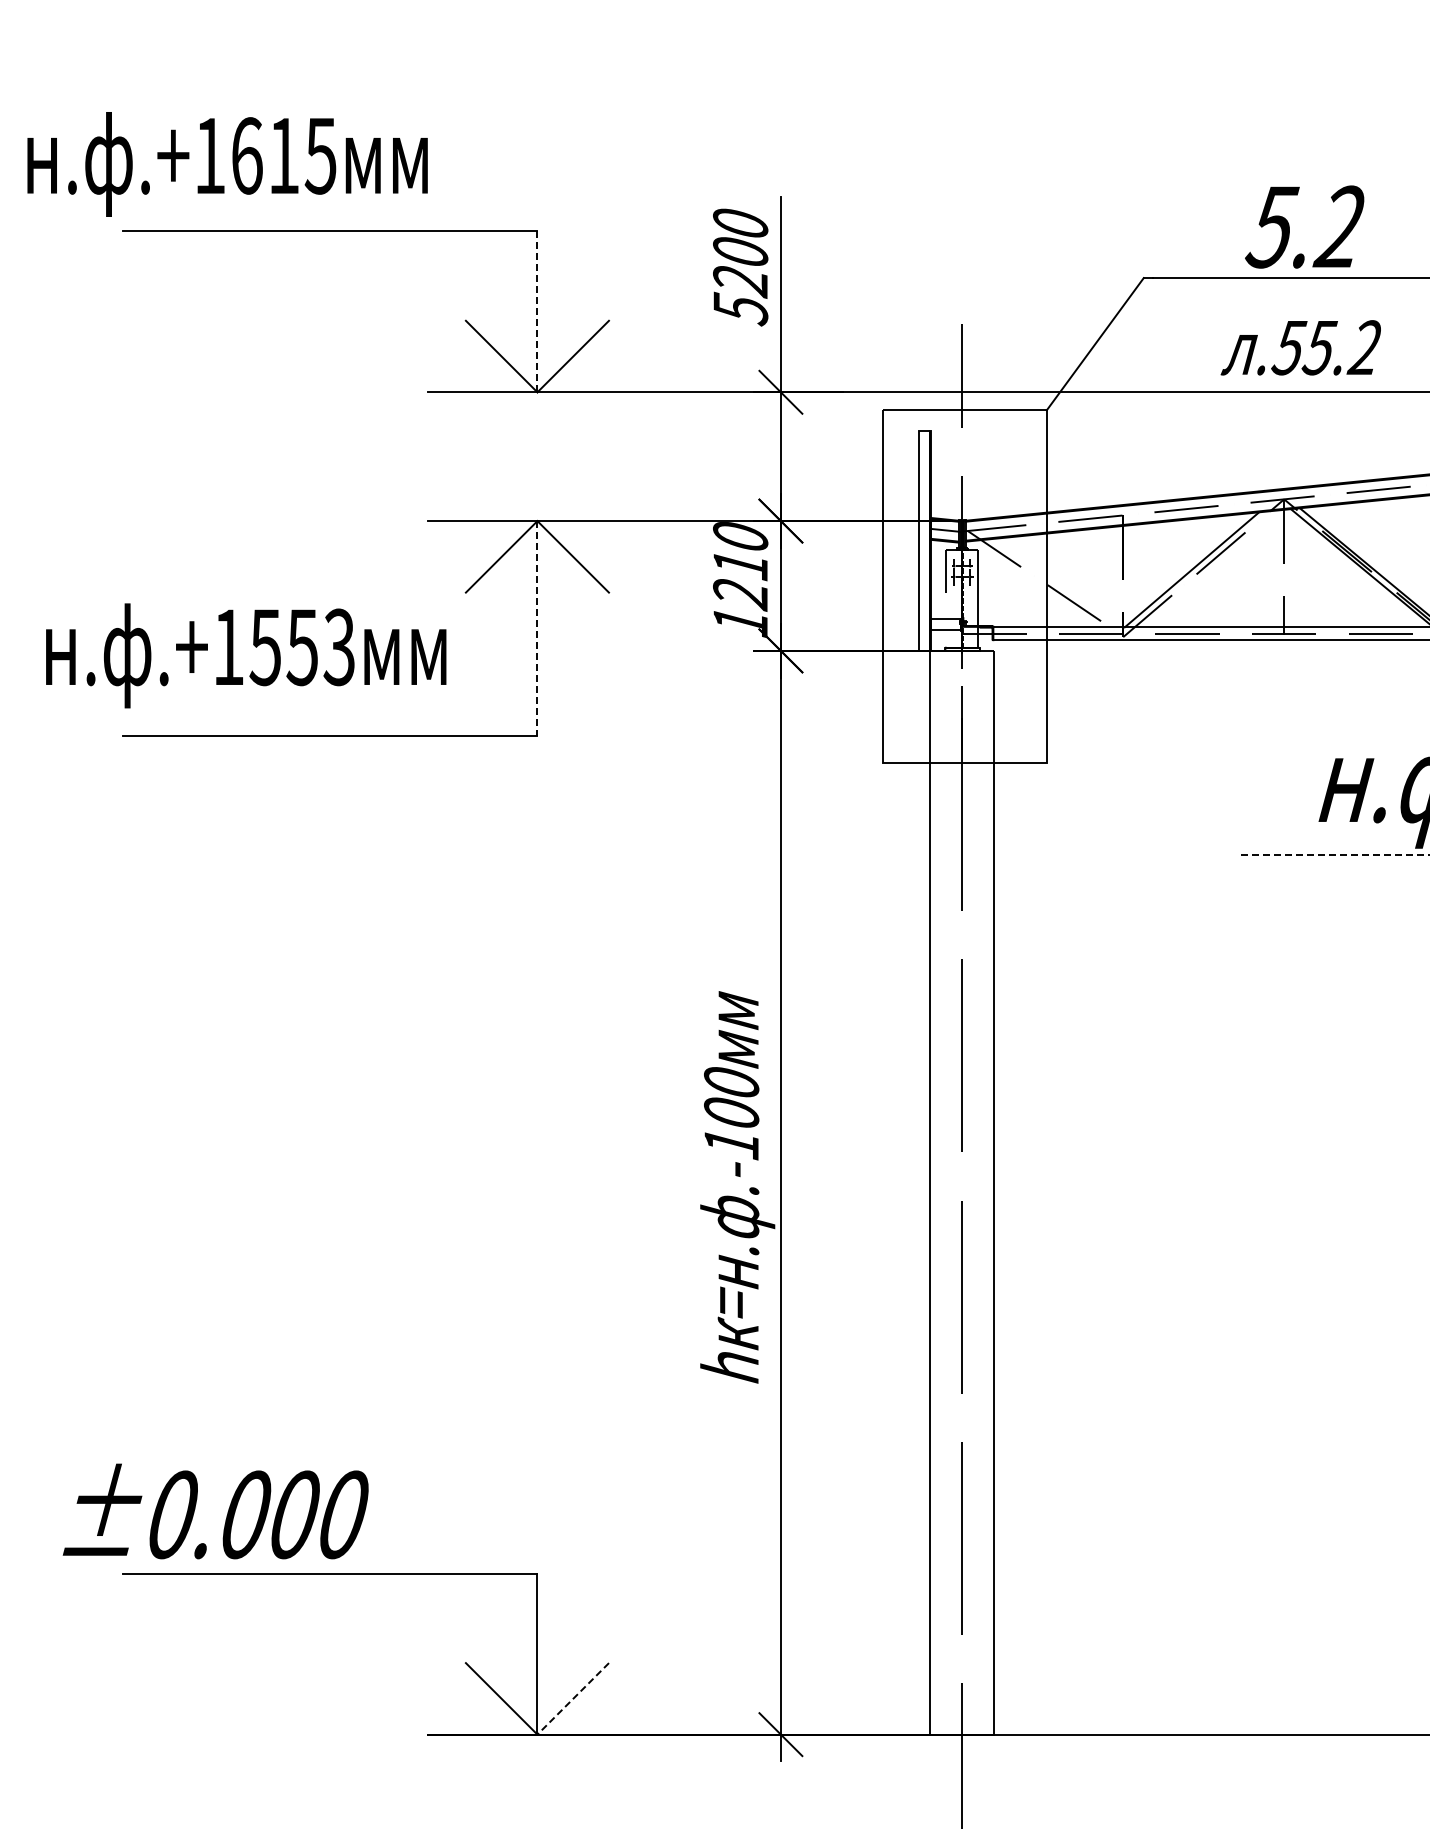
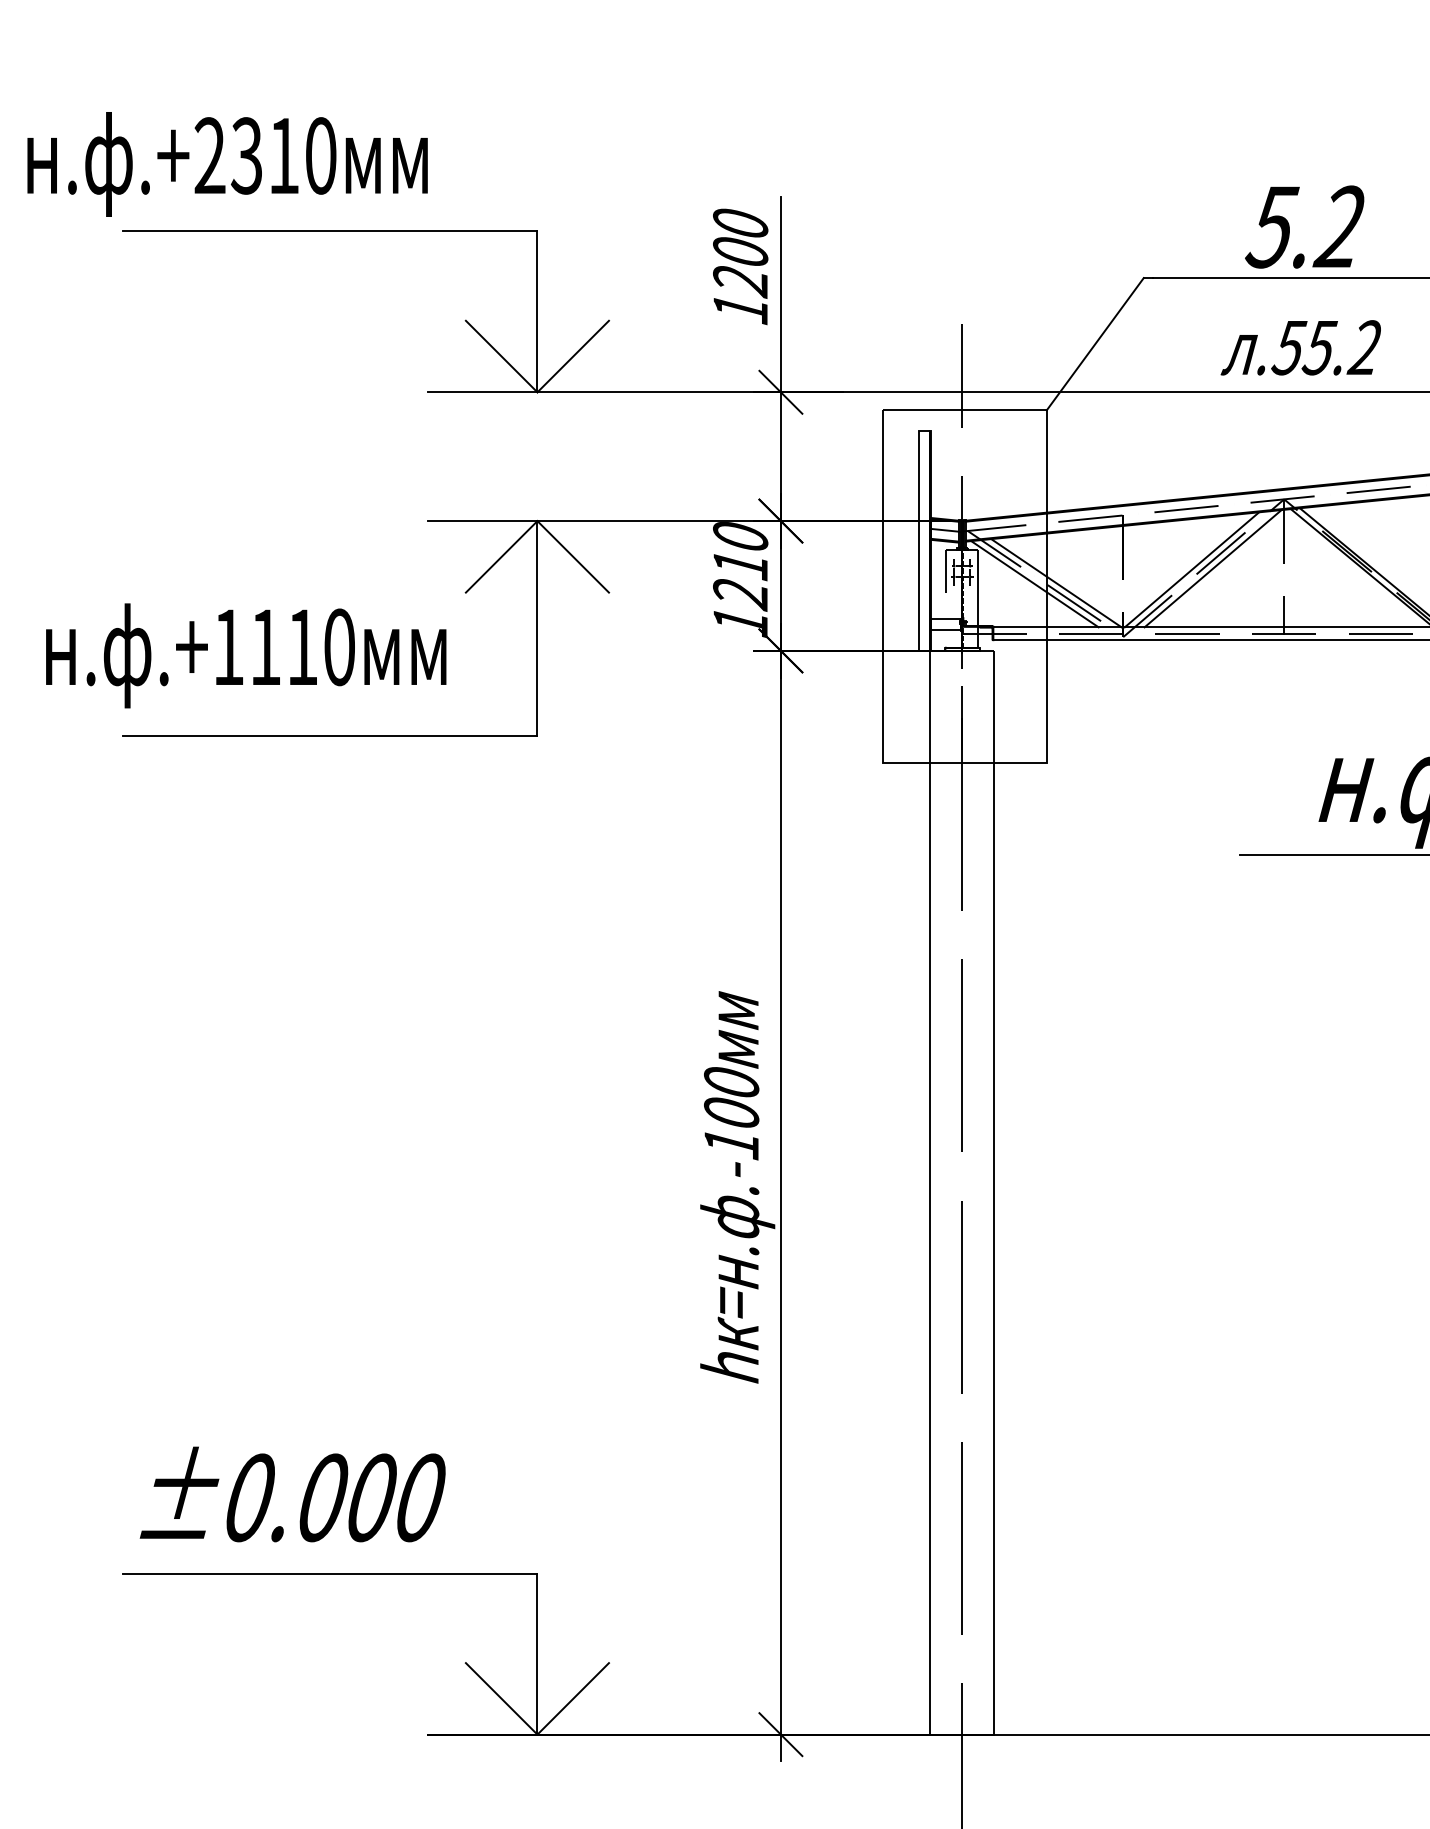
text at (265, 155): .+1615 -> .+2310
text at (740, 308): 5200 -> 1200
line at (537, 311): dashed -> solid
line at (1212, 568): none -> present
line at (1056, 583): none -> present
line at (1034, 584): none -> present
line at (537, 628): dashed -> solid
text at (301, 647): .+1553 -> .+1110
line at (1334, 854): dashed -> solid
text at (215, 1511) position: (215, 1511) -> (292, 1494)
line at (573, 1698): dashed -> solid
